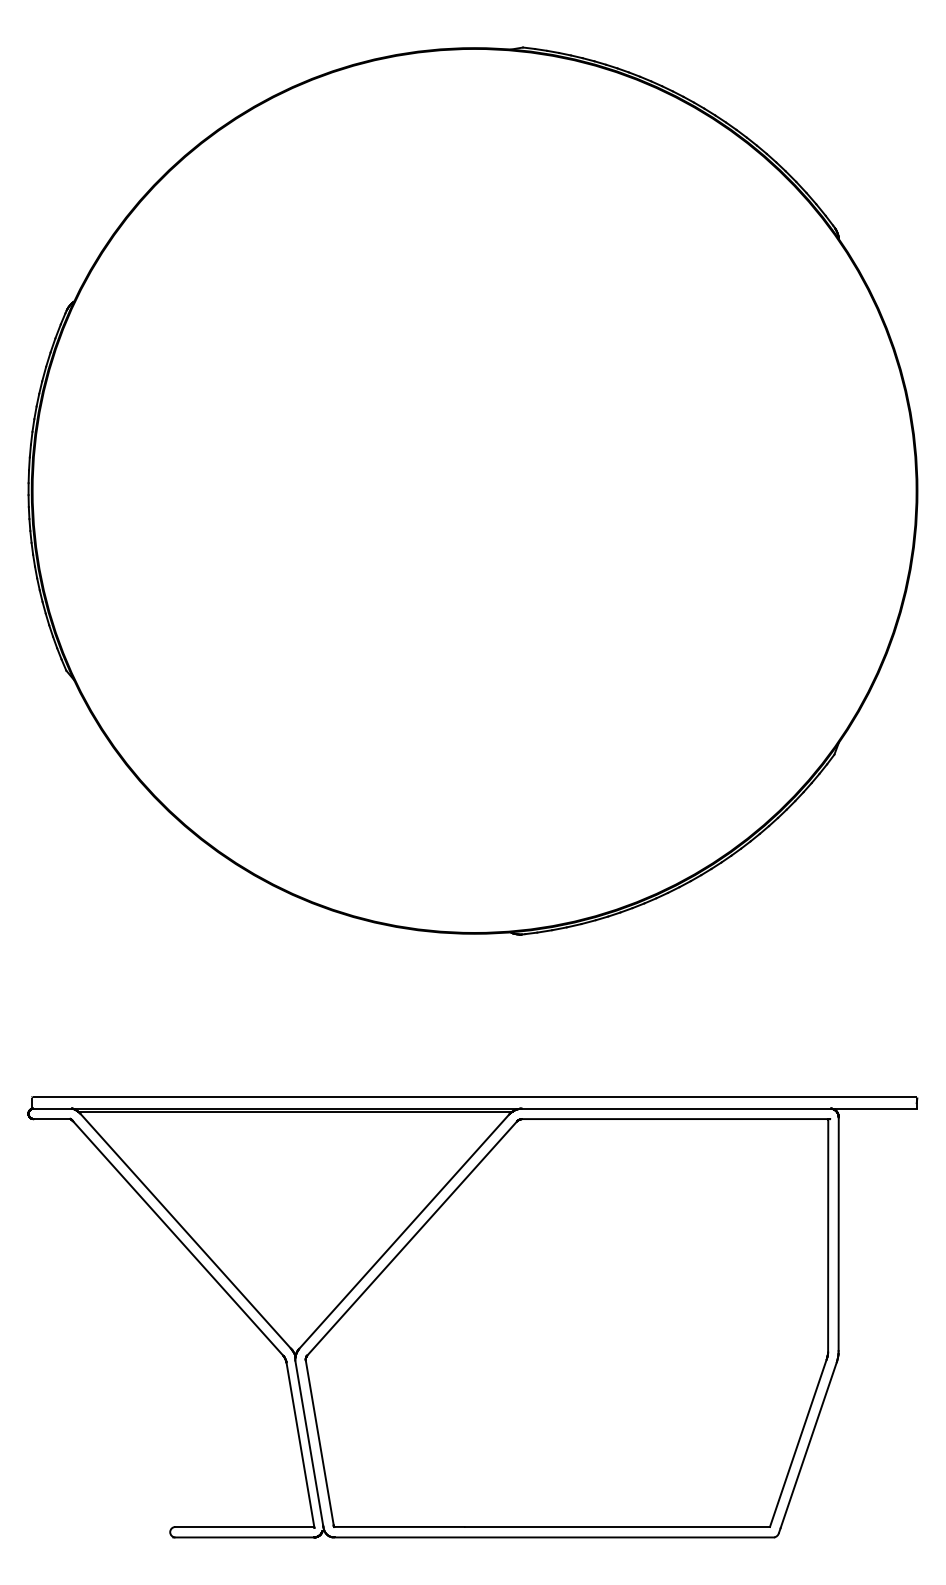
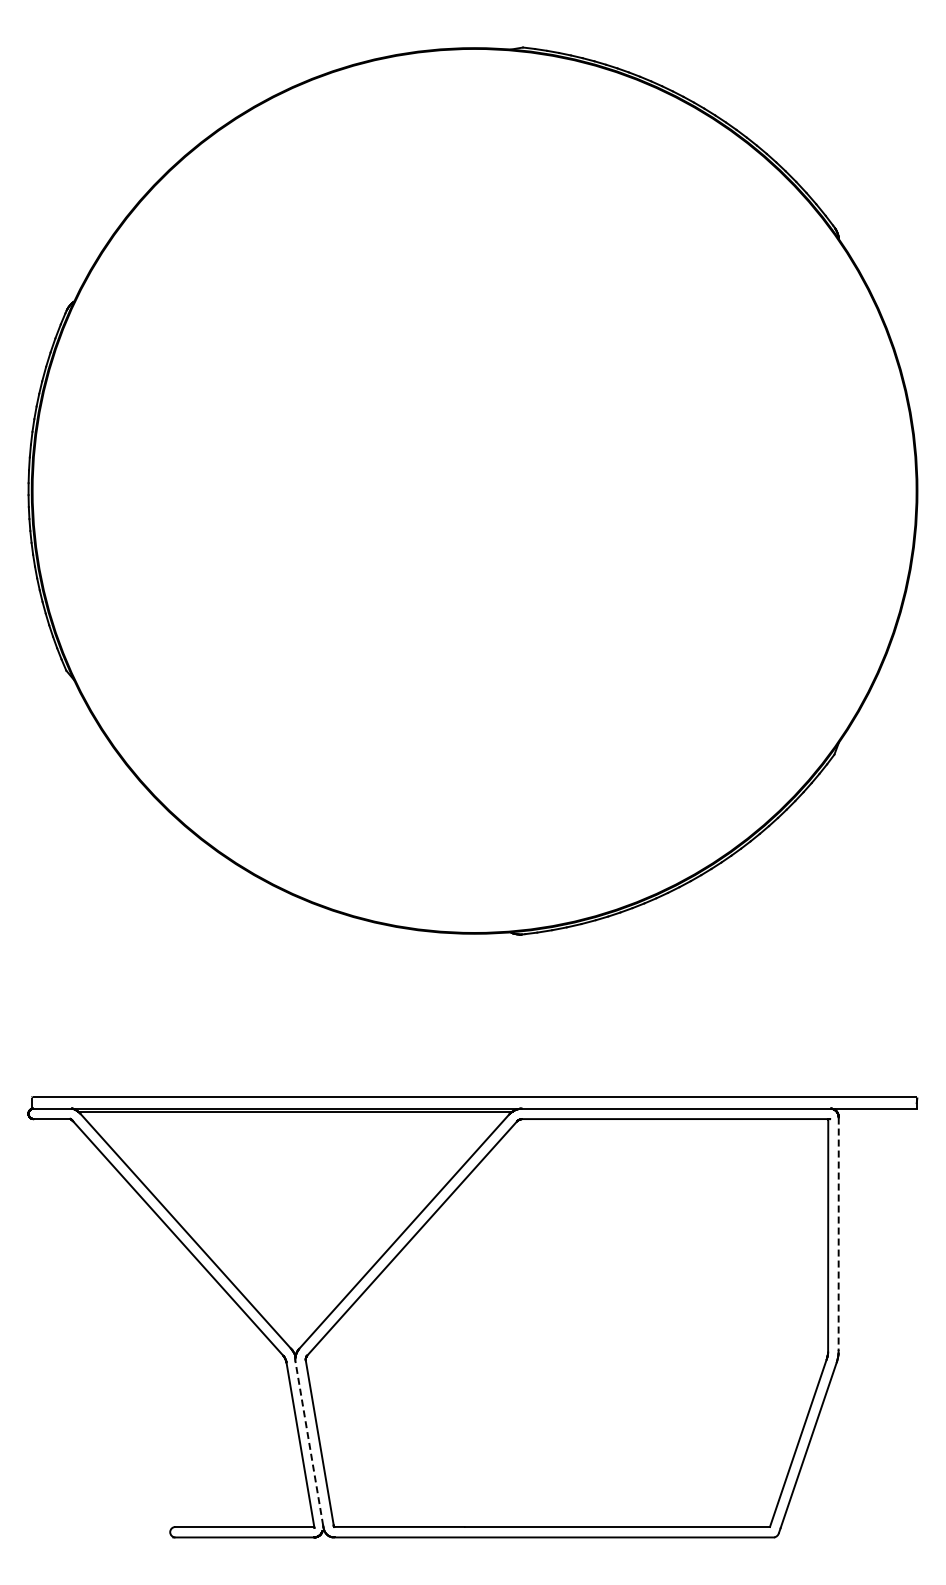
line at (838, 1234): solid -> dashed
line at (309, 1443): solid -> dashed
